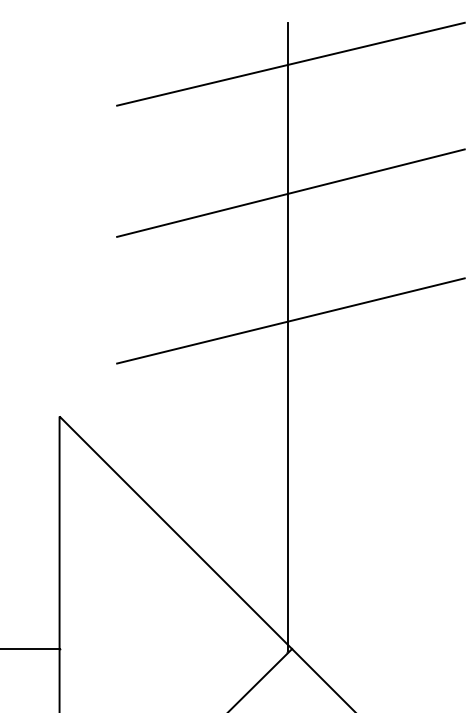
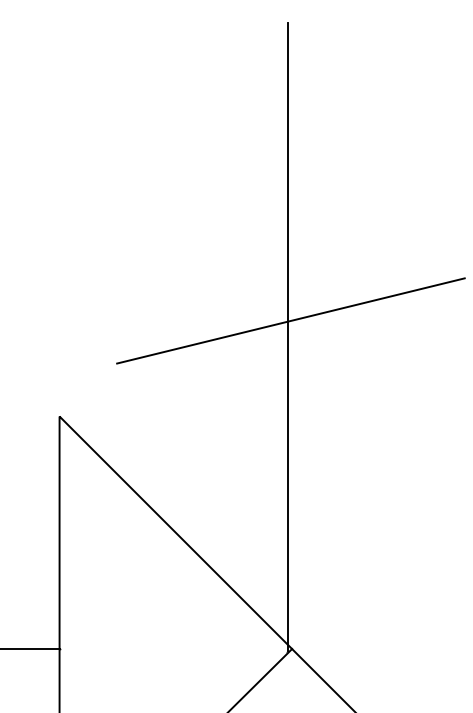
line at (290, 63): present -> none
line at (290, 192): present -> none
